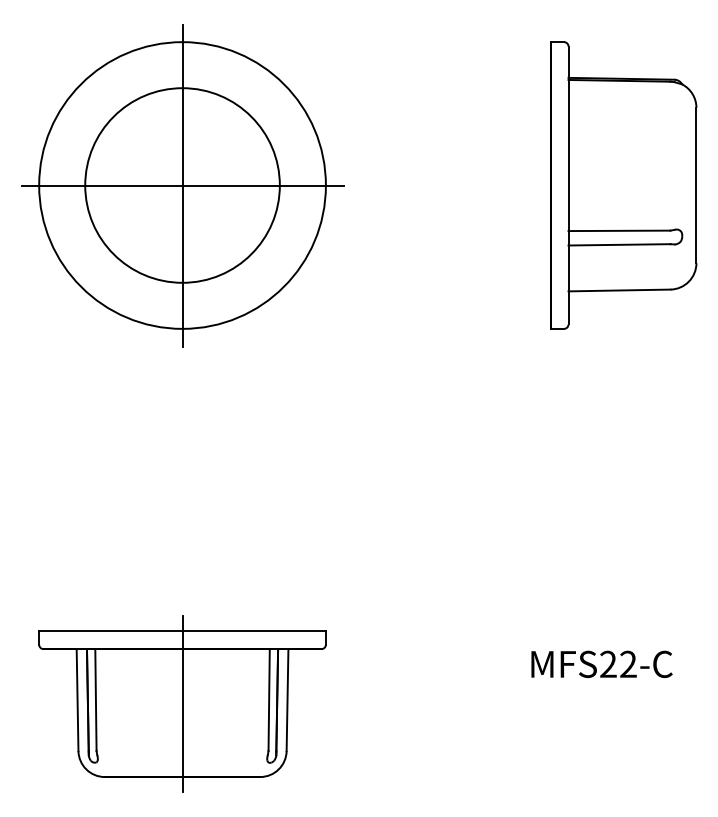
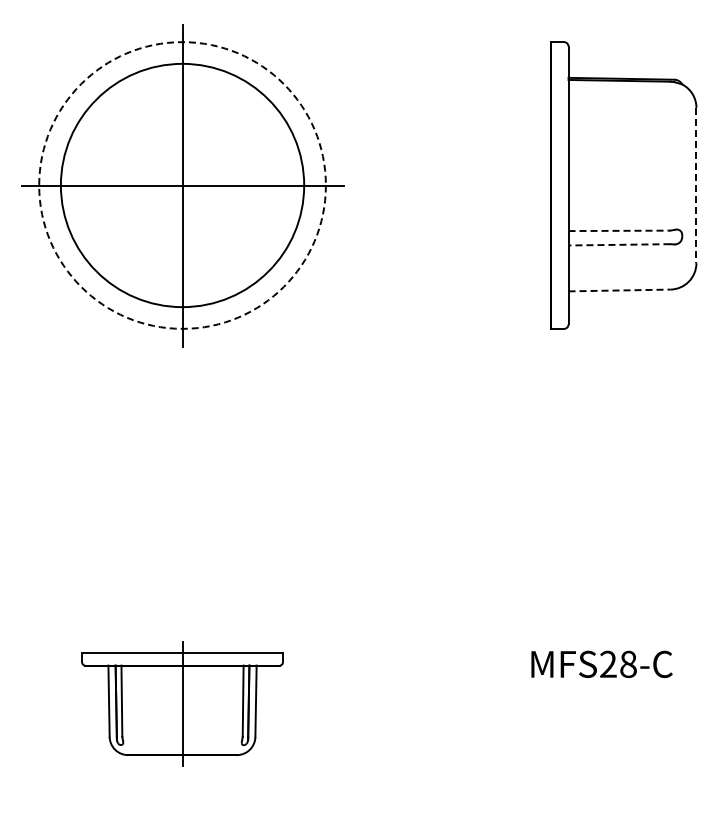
circle at (182, 185) diameter: 195 px -> 243 px
circle at (182, 185): solid -> dashed
line at (696, 185): solid -> dashed
line at (619, 230): solid -> dashed
line at (619, 244): solid -> dashed
line at (619, 290): solid -> dashed
text at (628, 664): MFS22-C -> MFS28-C
part at (182, 703) size: 289x178 px -> 203x126 px
